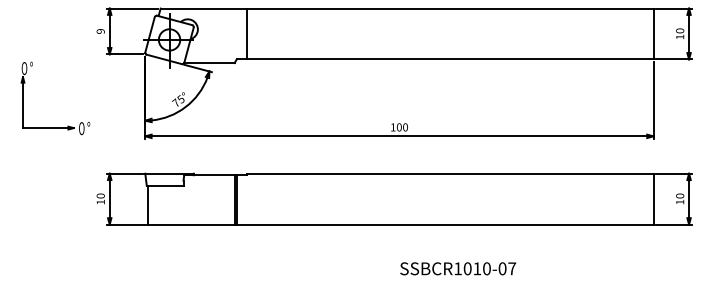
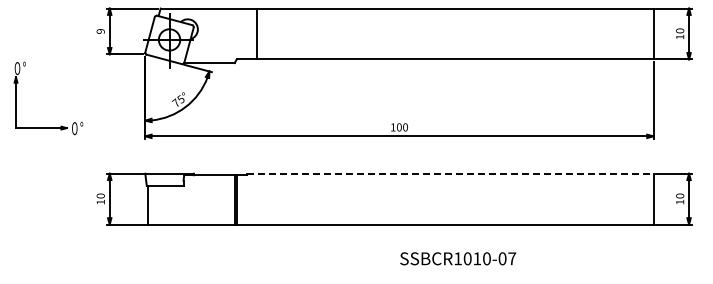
line at (246, 33) position: (246, 33) -> (256, 33)
part at (55, 127) position: (55, 127) -> (48, 127)
line at (450, 173): solid -> dashed
text at (458, 268) position: (458, 268) -> (458, 258)
